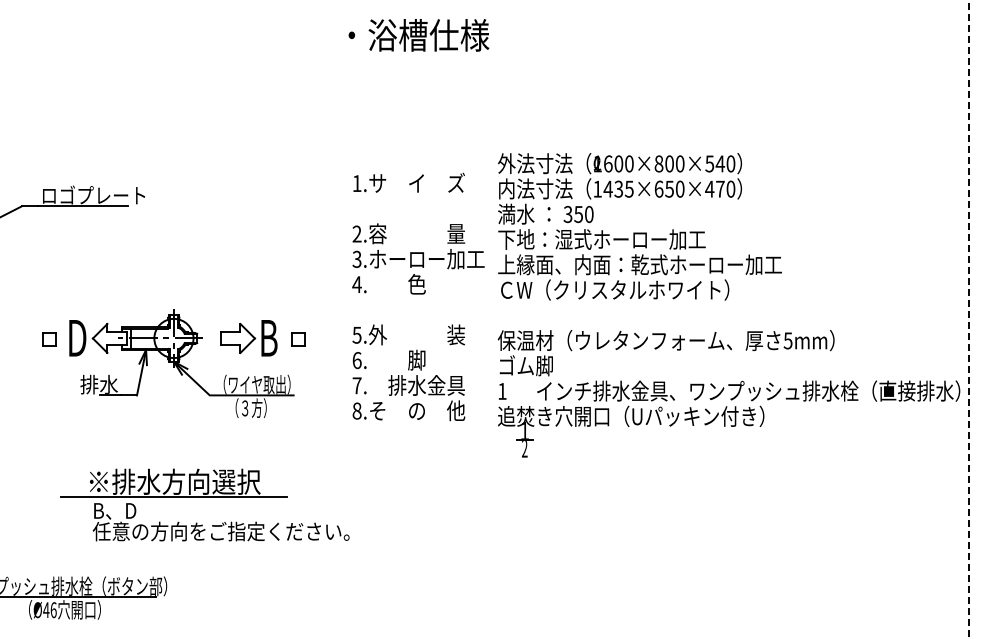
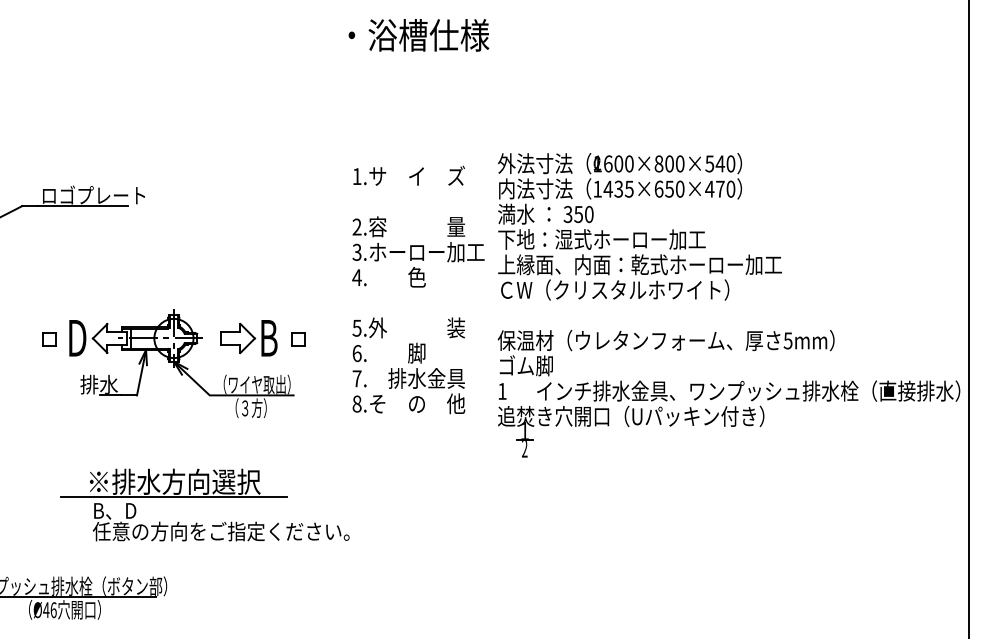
text at (418, 296) position: (418, 296) -> (418, 289)
line at (969, 319): dashed -> solid
